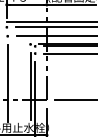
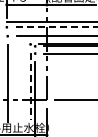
line at (56, 27): solid -> dashed
line at (30, 86): solid -> dashed
